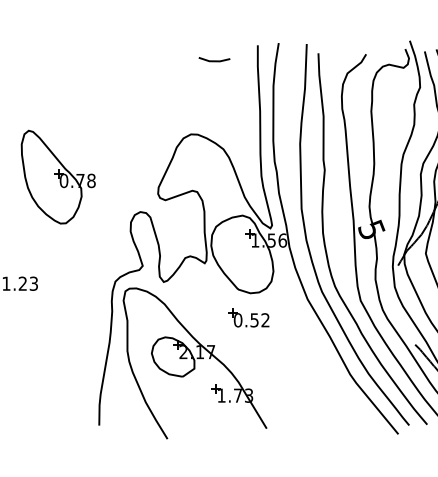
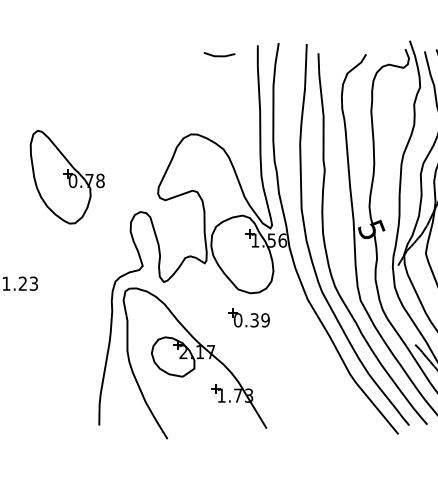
line at (214, 60) position: (214, 60) -> (219, 55)
part at (57, 176) position: (57, 176) -> (66, 176)
text at (259, 320): 0.52 -> 0.39
